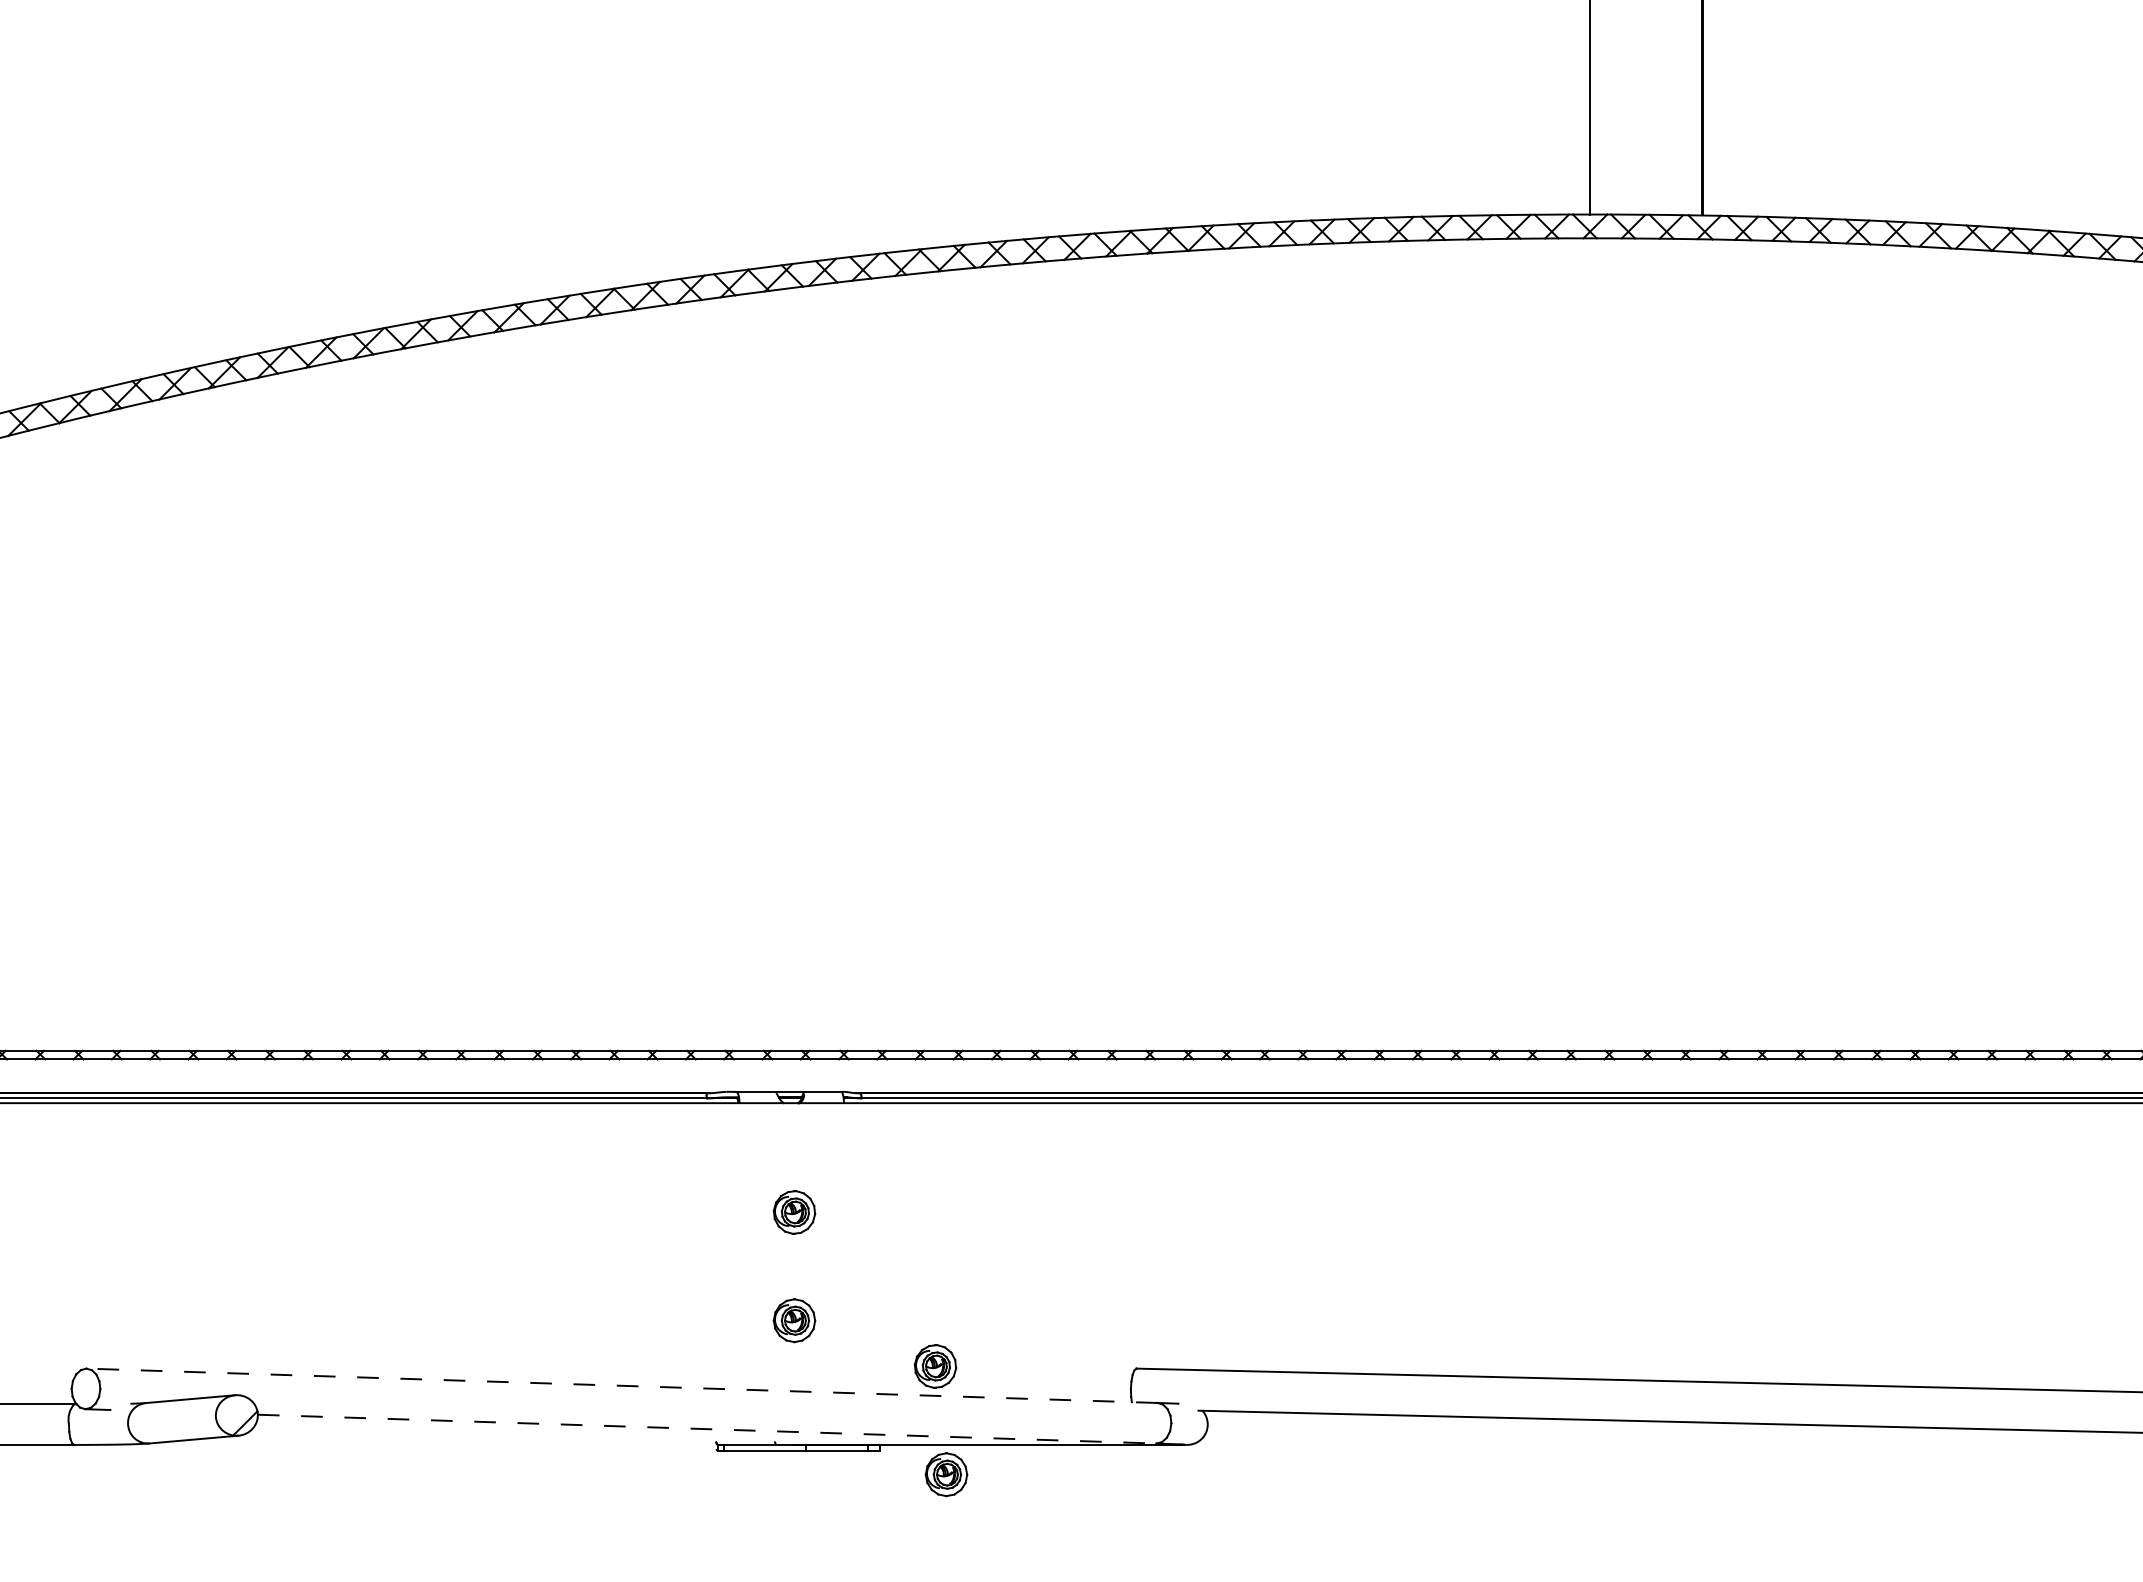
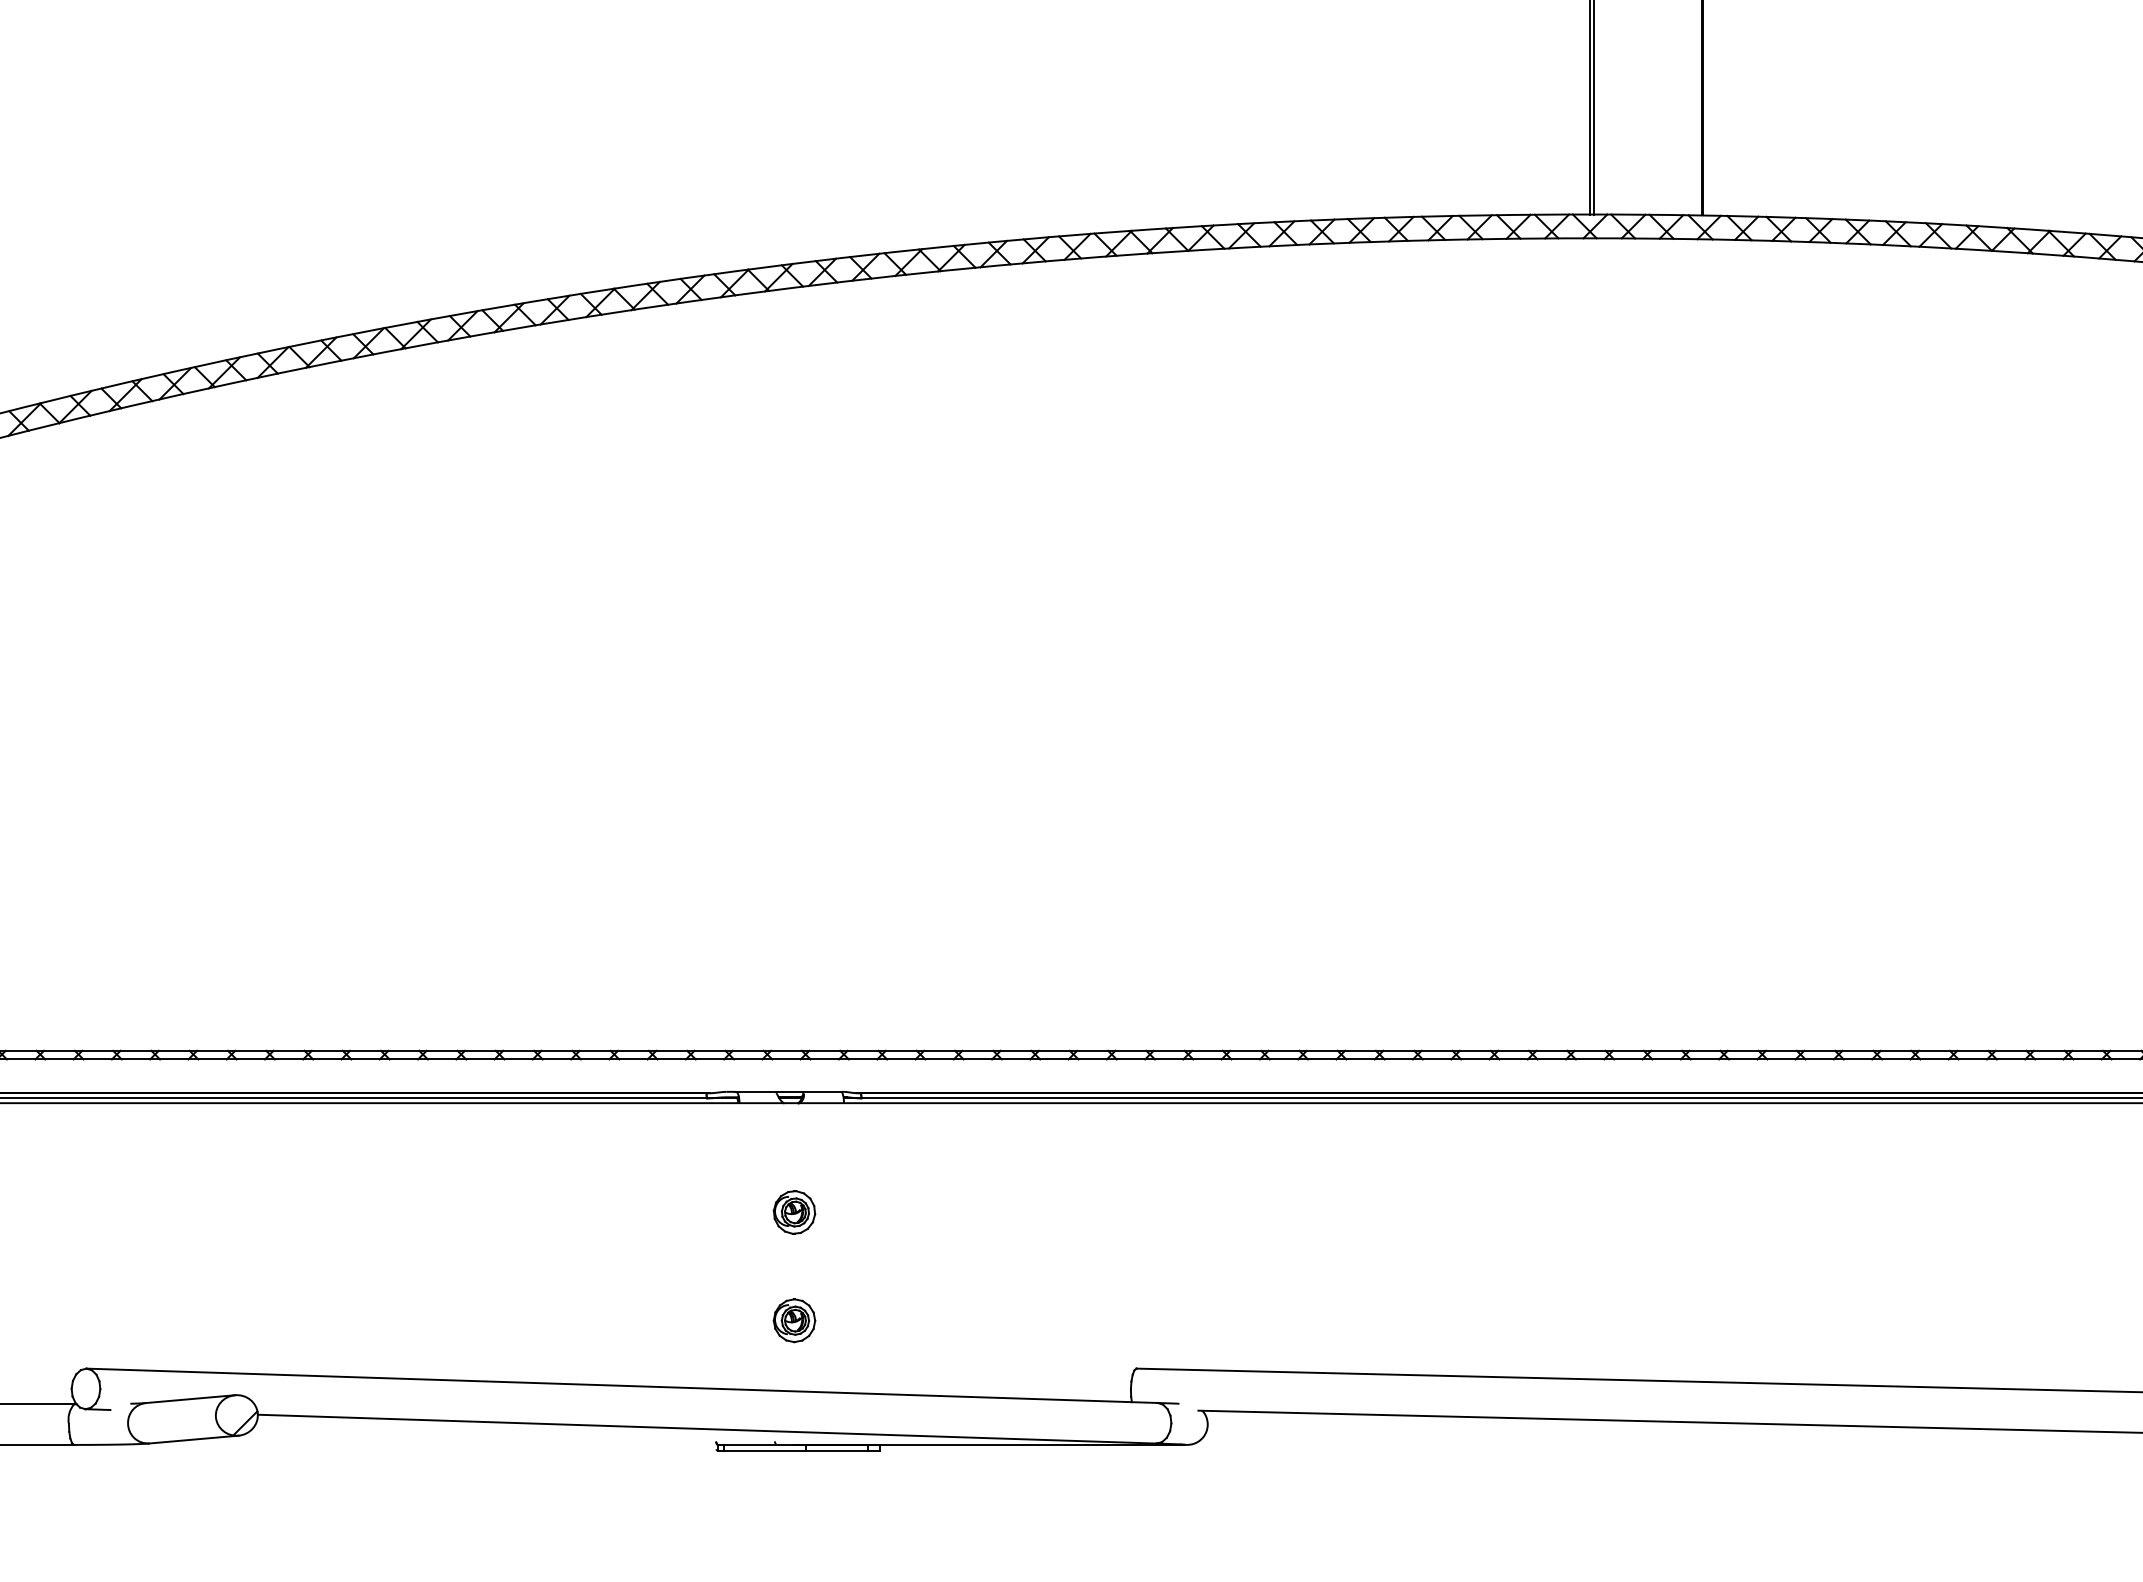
line at (1593, 108): none -> present
part at (935, 1366): present -> none
line at (622, 1385): dashed -> solid
line at (707, 1429): dashed -> solid
part at (946, 1474): present -> none
